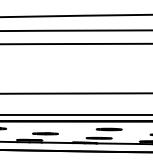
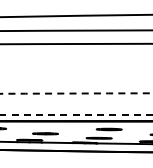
arc at (76, 93): solid -> dashed
line at (76, 115): solid -> dashed
